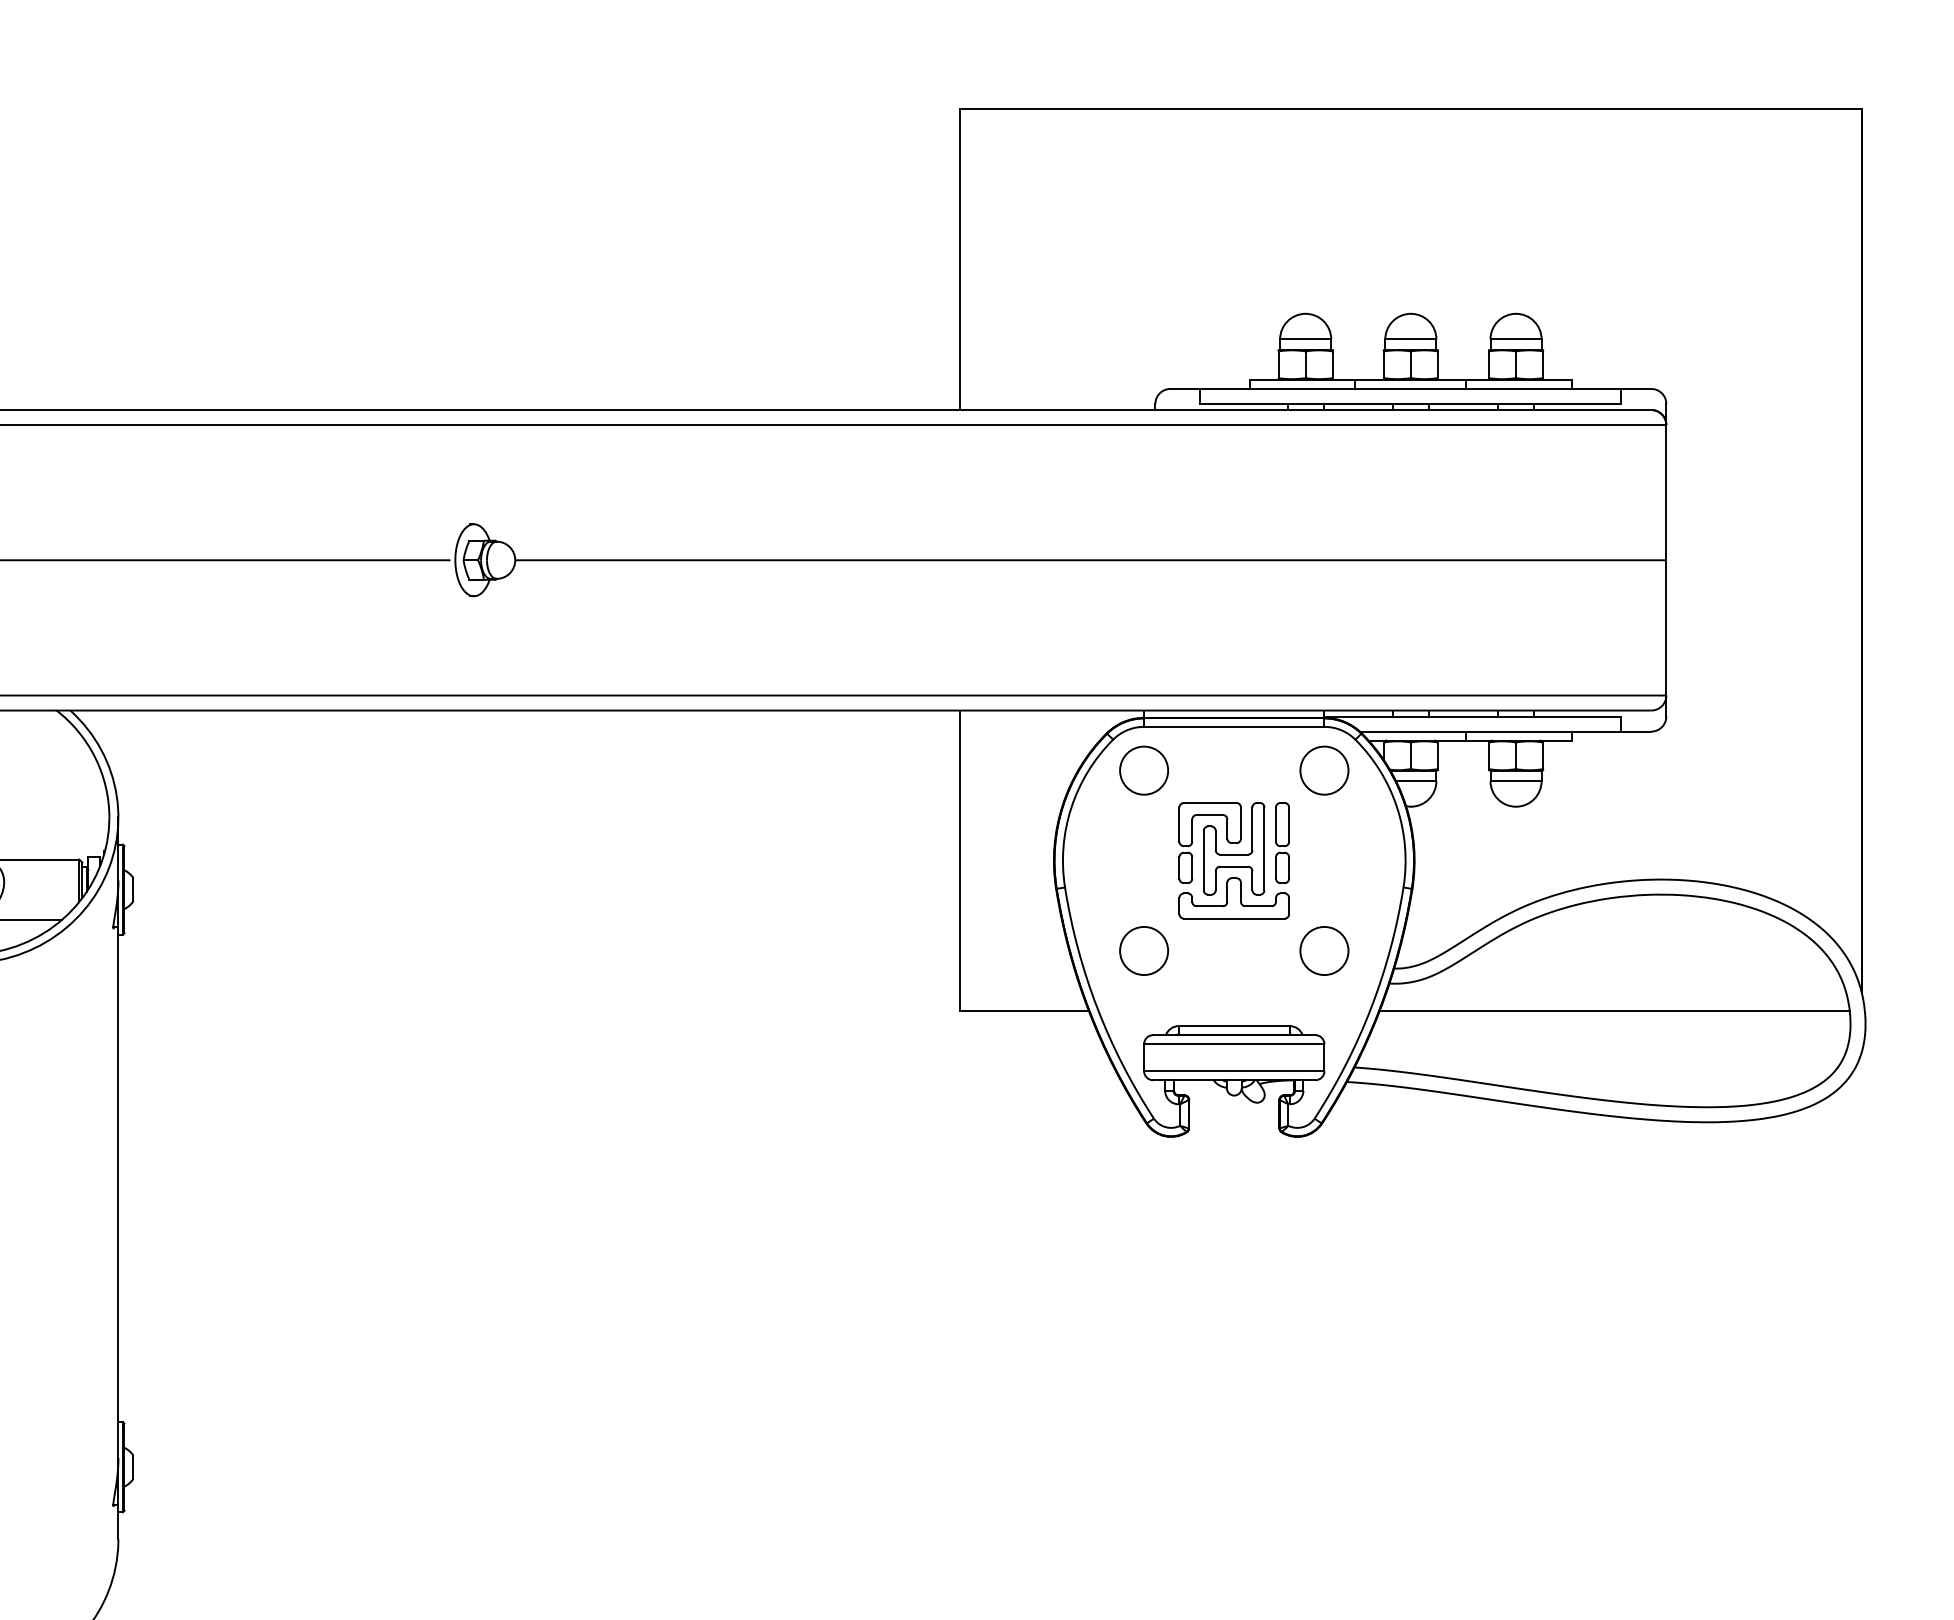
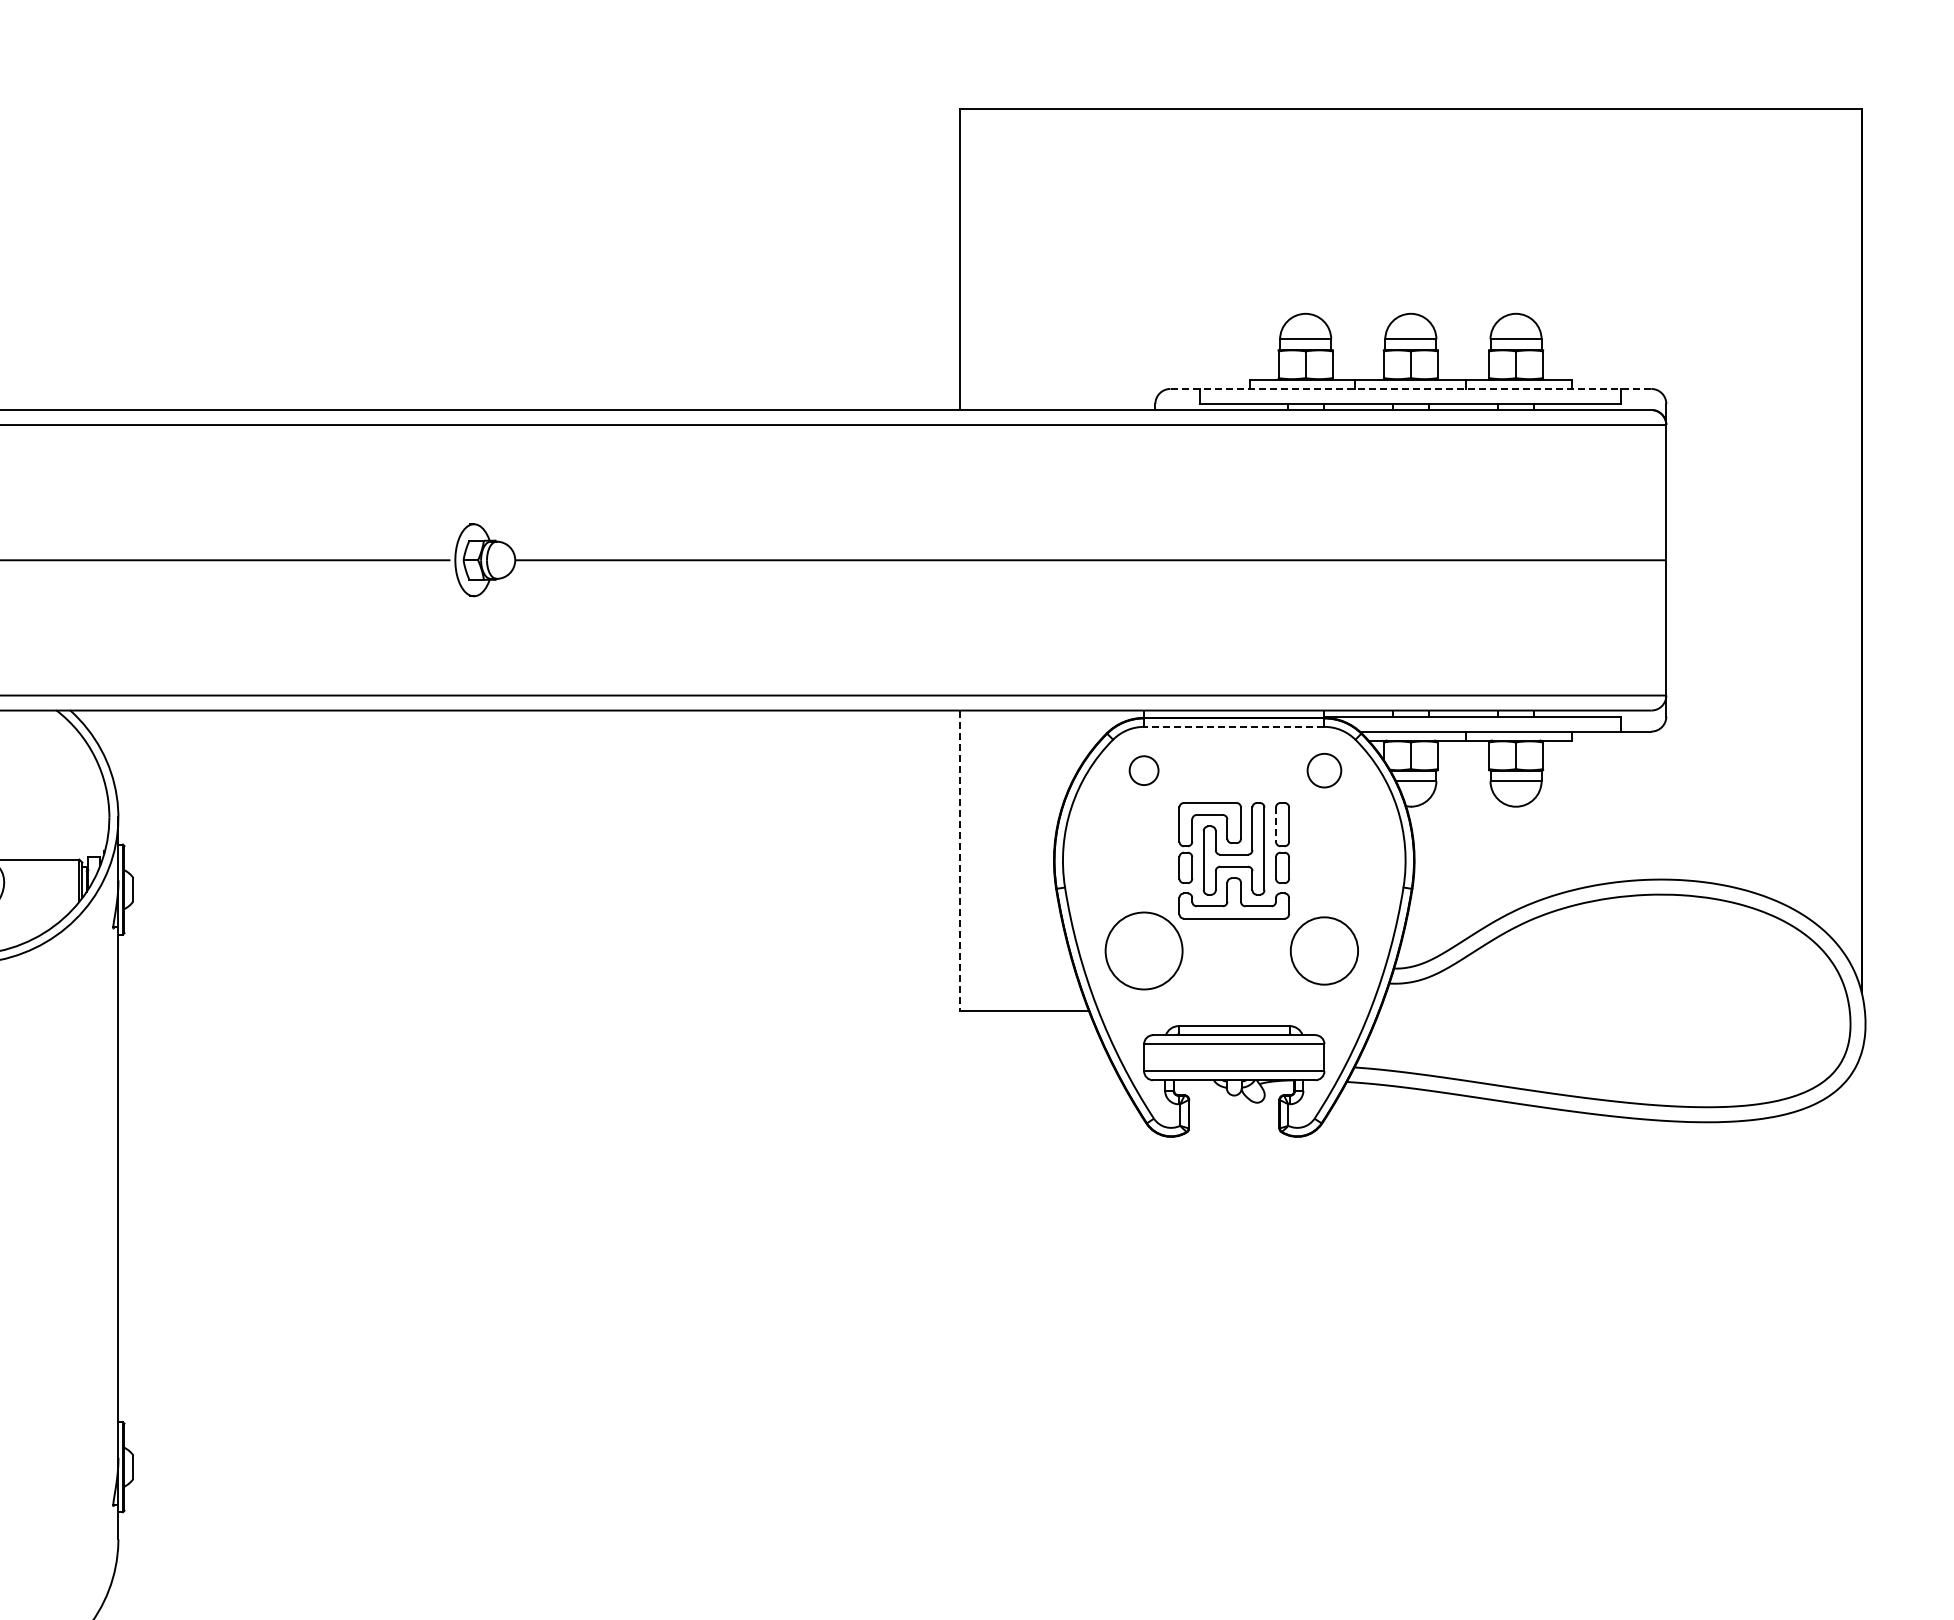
line at (1410, 388): solid -> dashed
line at (1233, 726): solid -> dashed
circle at (1144, 770) diameter: 48 px -> 29 px
circle at (1324, 770) diameter: 48 px -> 34 px
line at (1276, 825): solid -> dashed
line at (960, 861): solid -> dashed
line at (32, 919): present -> none
circle at (1144, 950) diameter: 48 px -> 77 px
circle at (1324, 950) diameter: 48 px -> 67 px
line at (1614, 1011): present -> none
